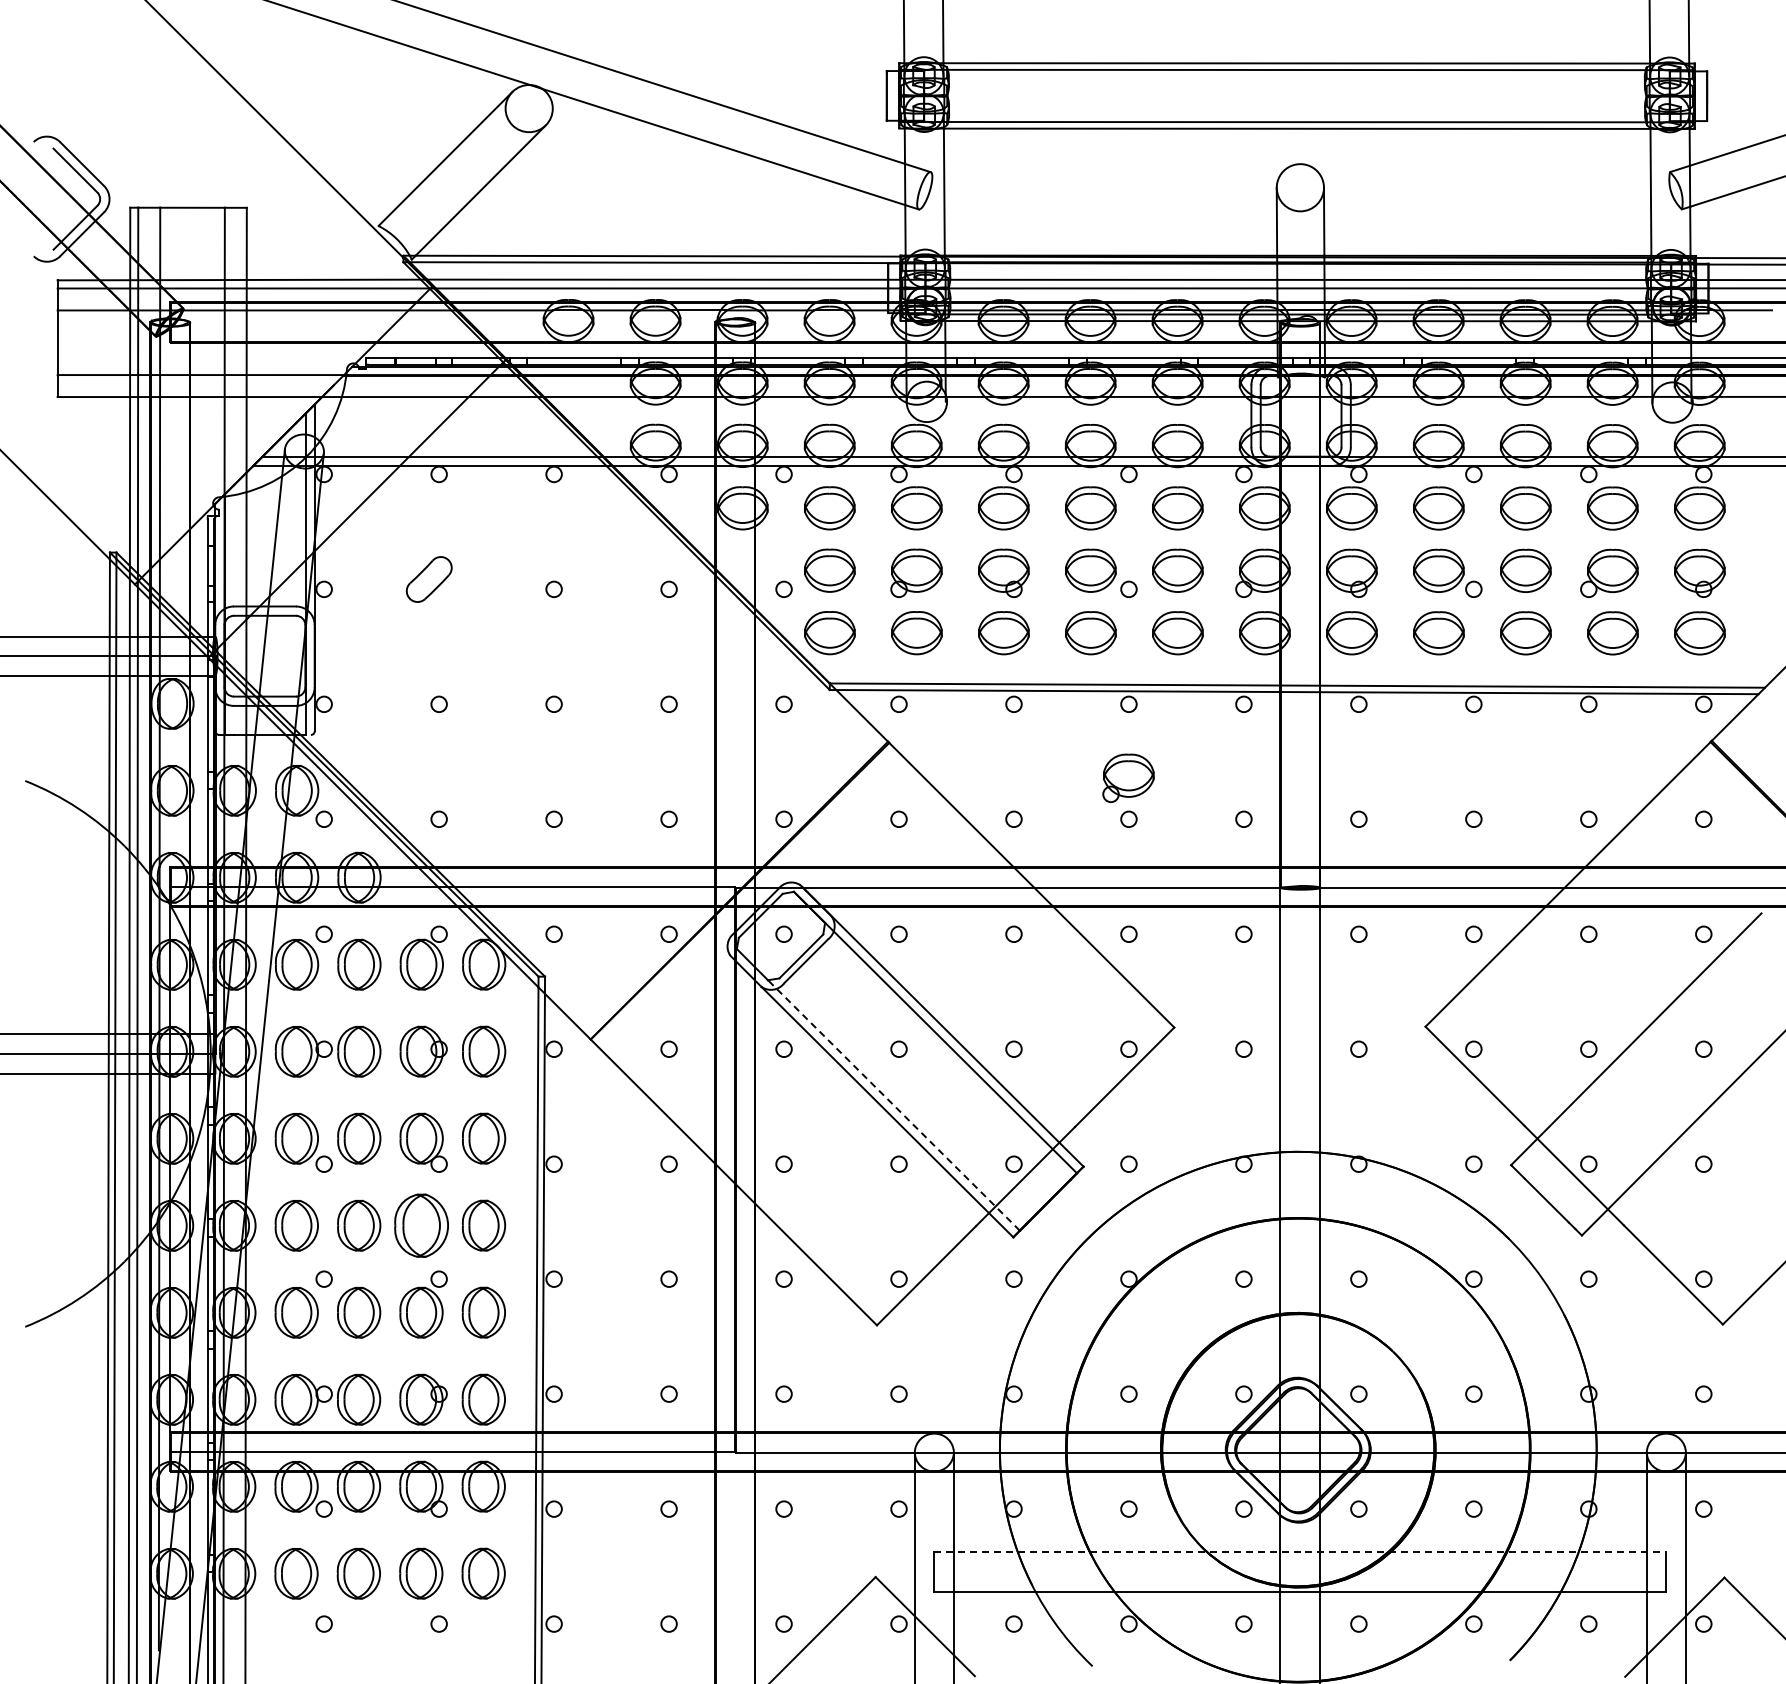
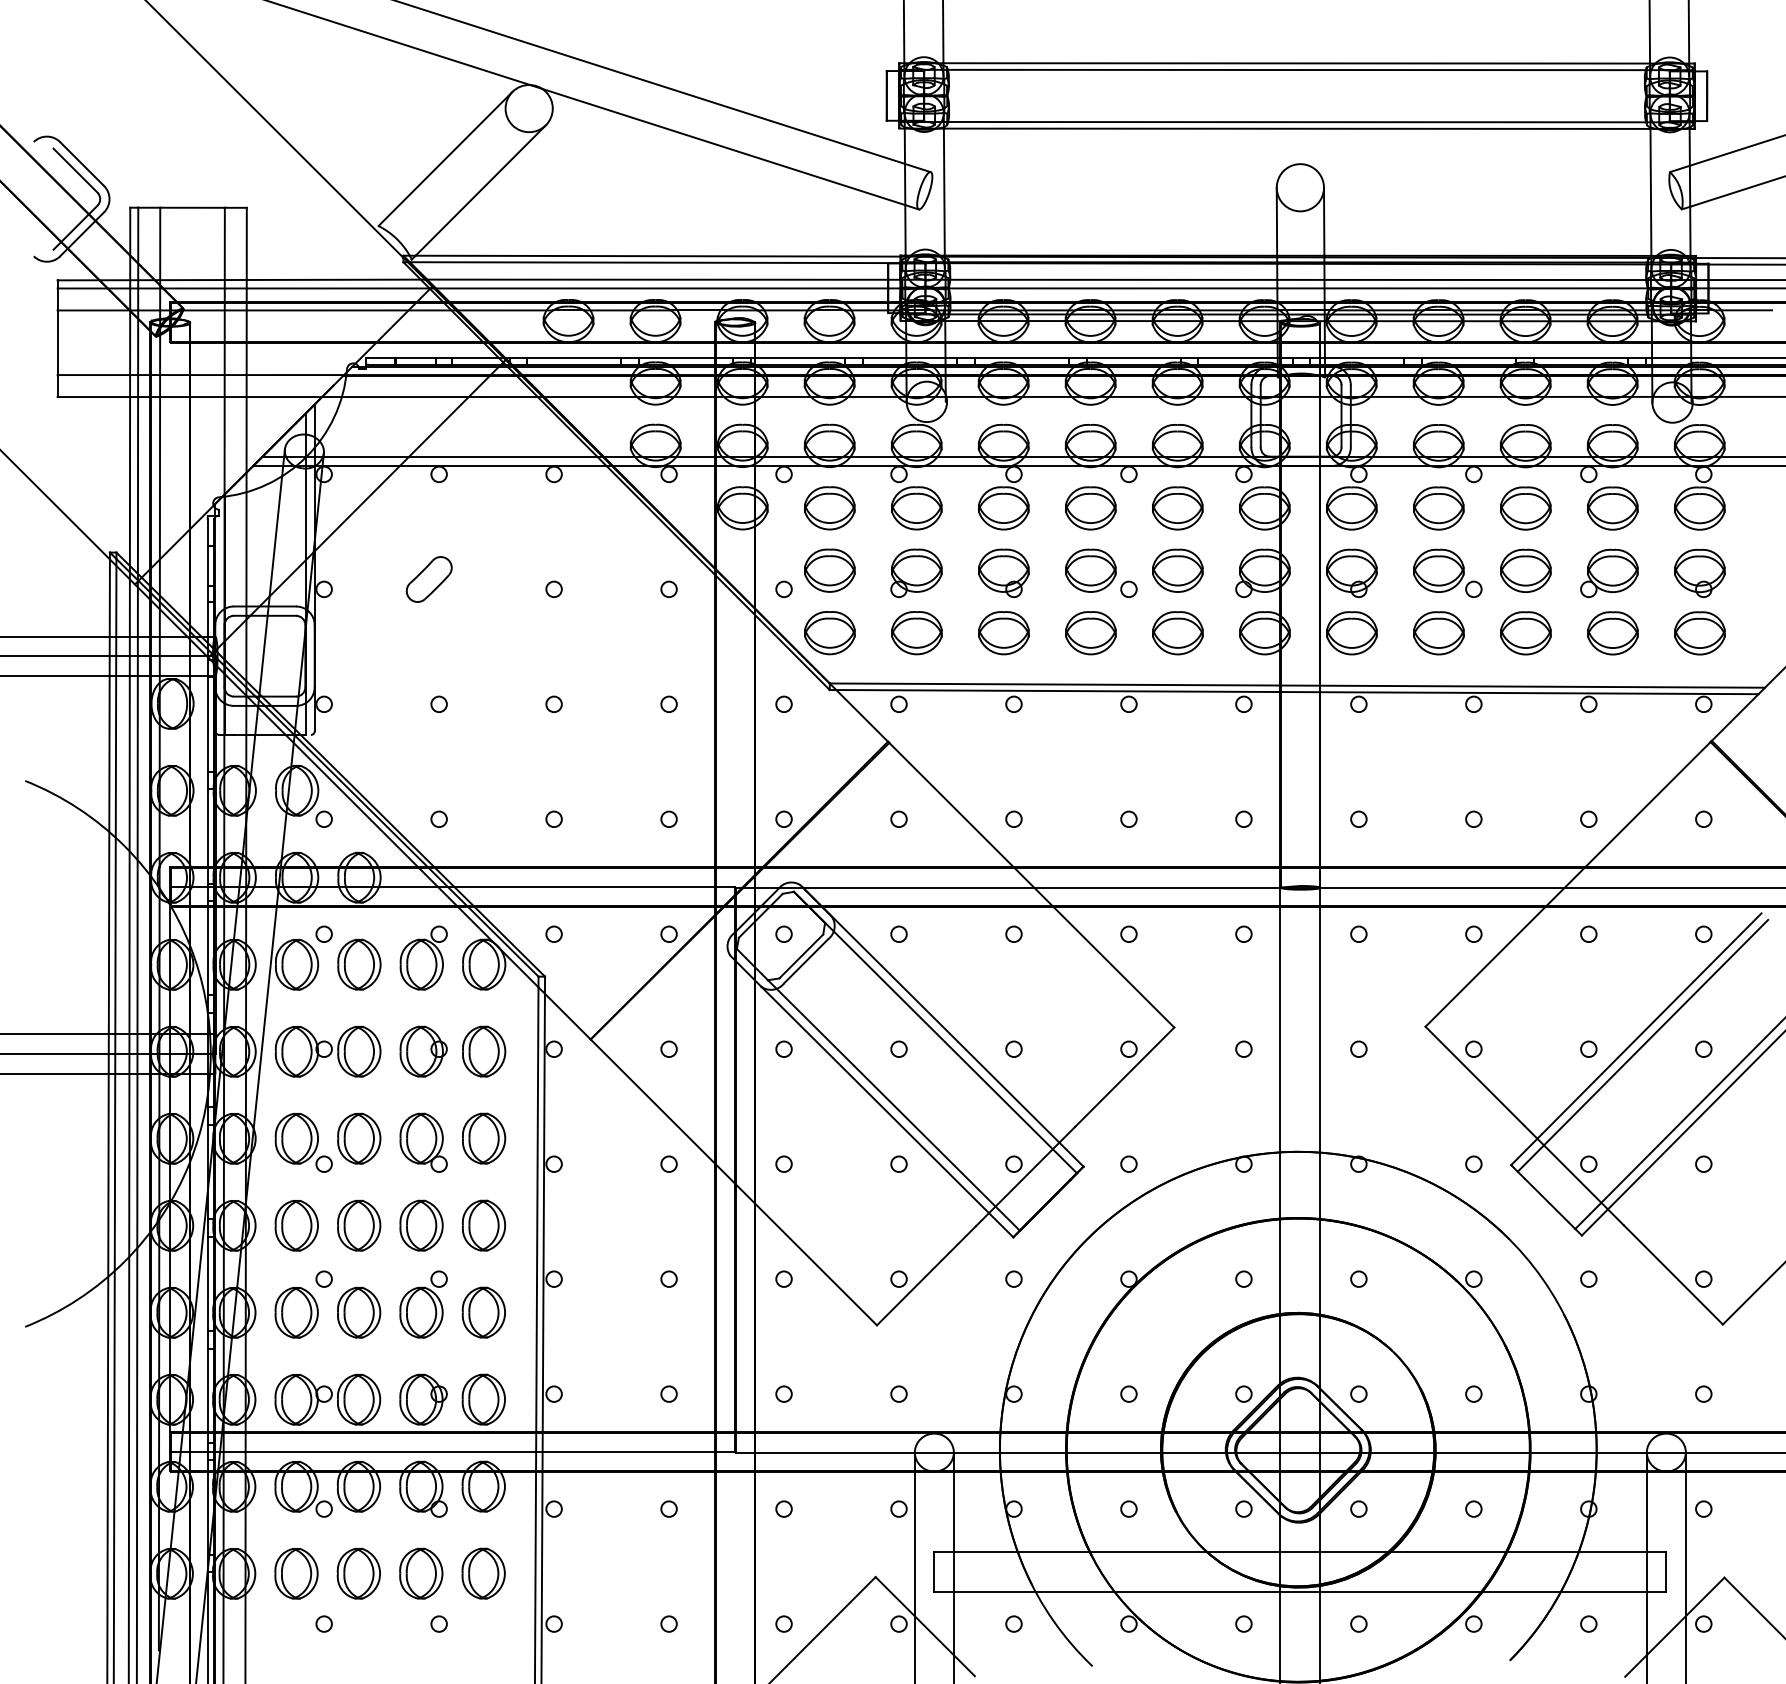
part at (1128, 777): present -> none
line at (1642, 1045): none -> present
line at (893, 1105): dashed -> solid
line at (1678, 1124): none -> present
part at (421, 1225) size: 55x65 px -> 45x53 px
line at (1300, 1552): dashed -> solid
